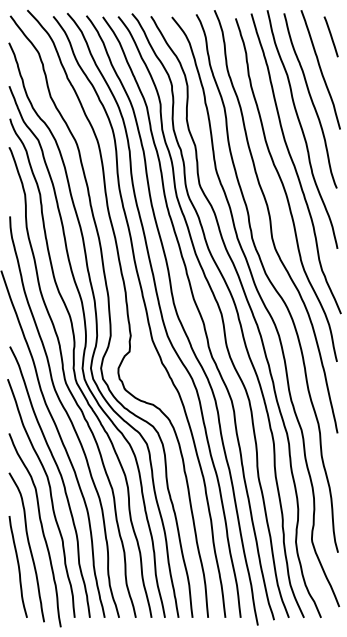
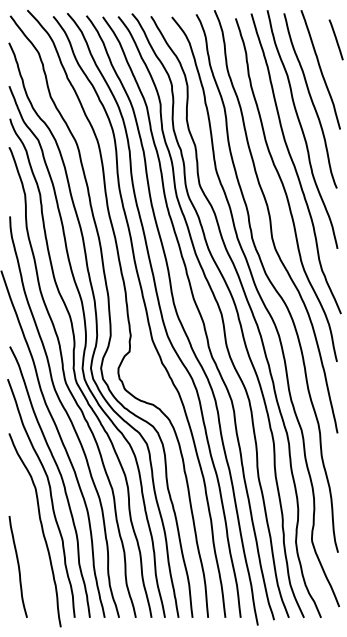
line at (330, 36) position: (330, 36) -> (335, 39)
curve at (28, 546): present -> none
